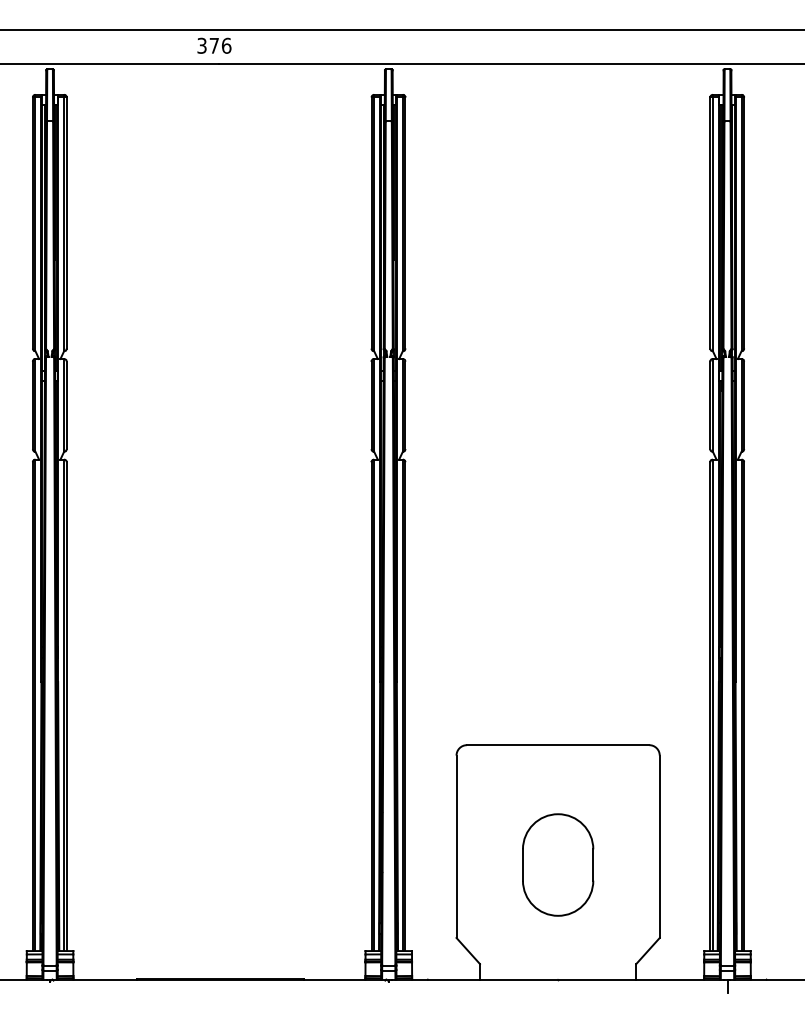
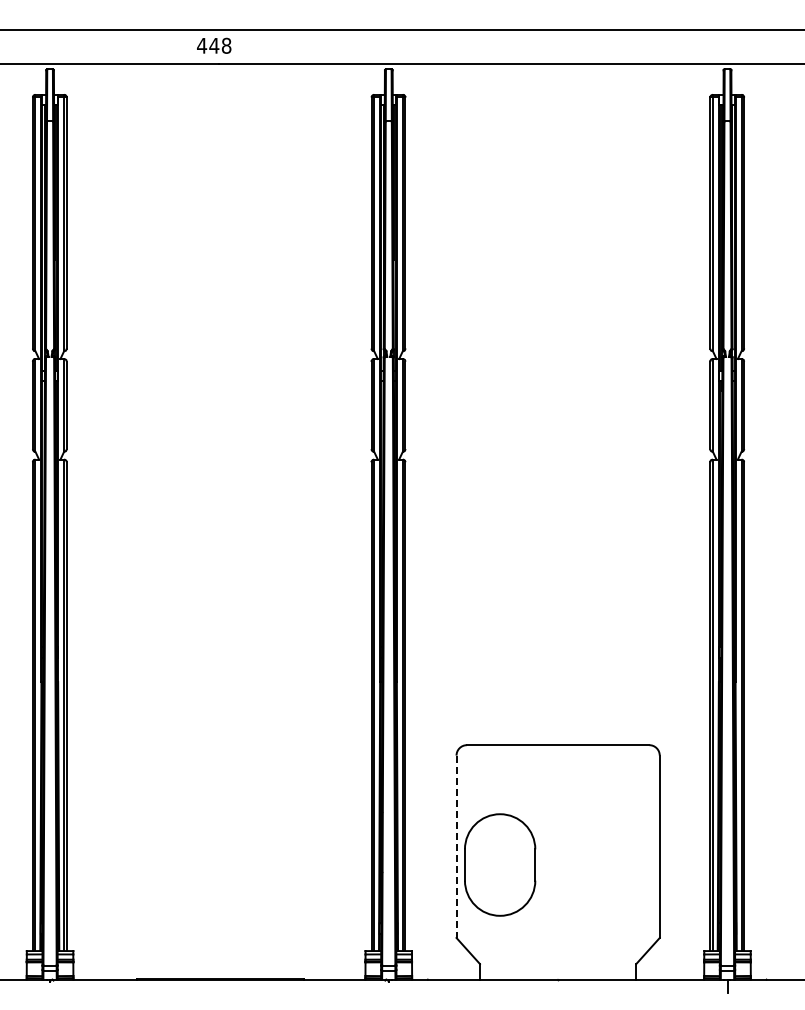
text at (214, 45): 376 -> 448
line at (456, 847): solid -> dashed
part at (558, 864) position: (558, 864) -> (500, 864)
